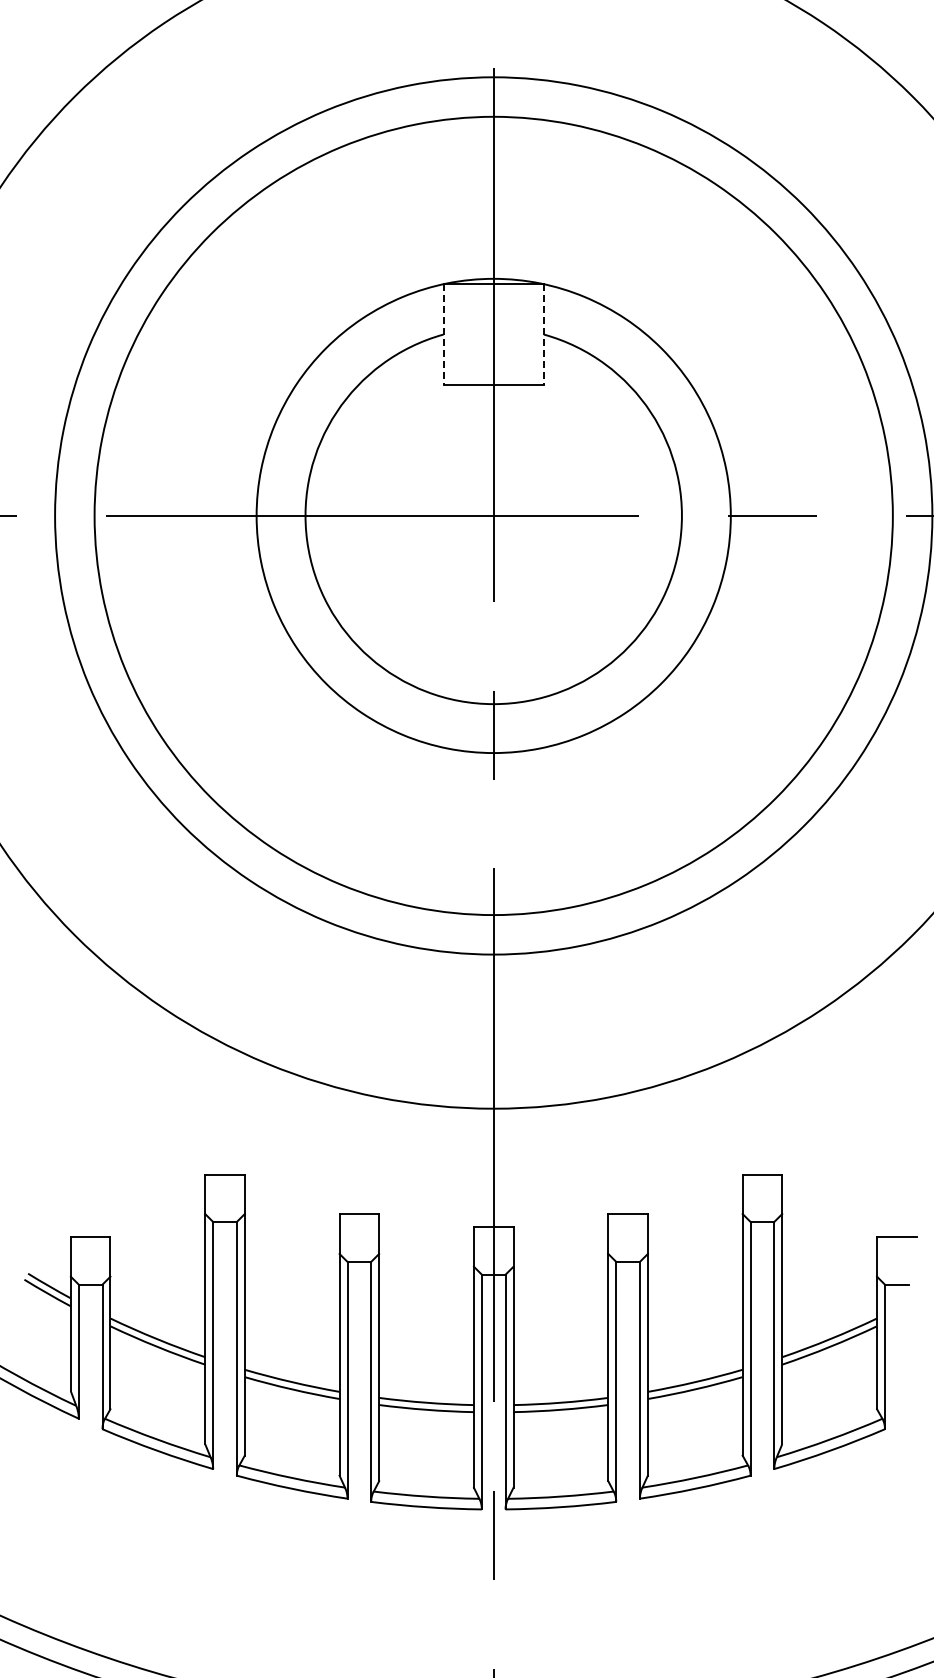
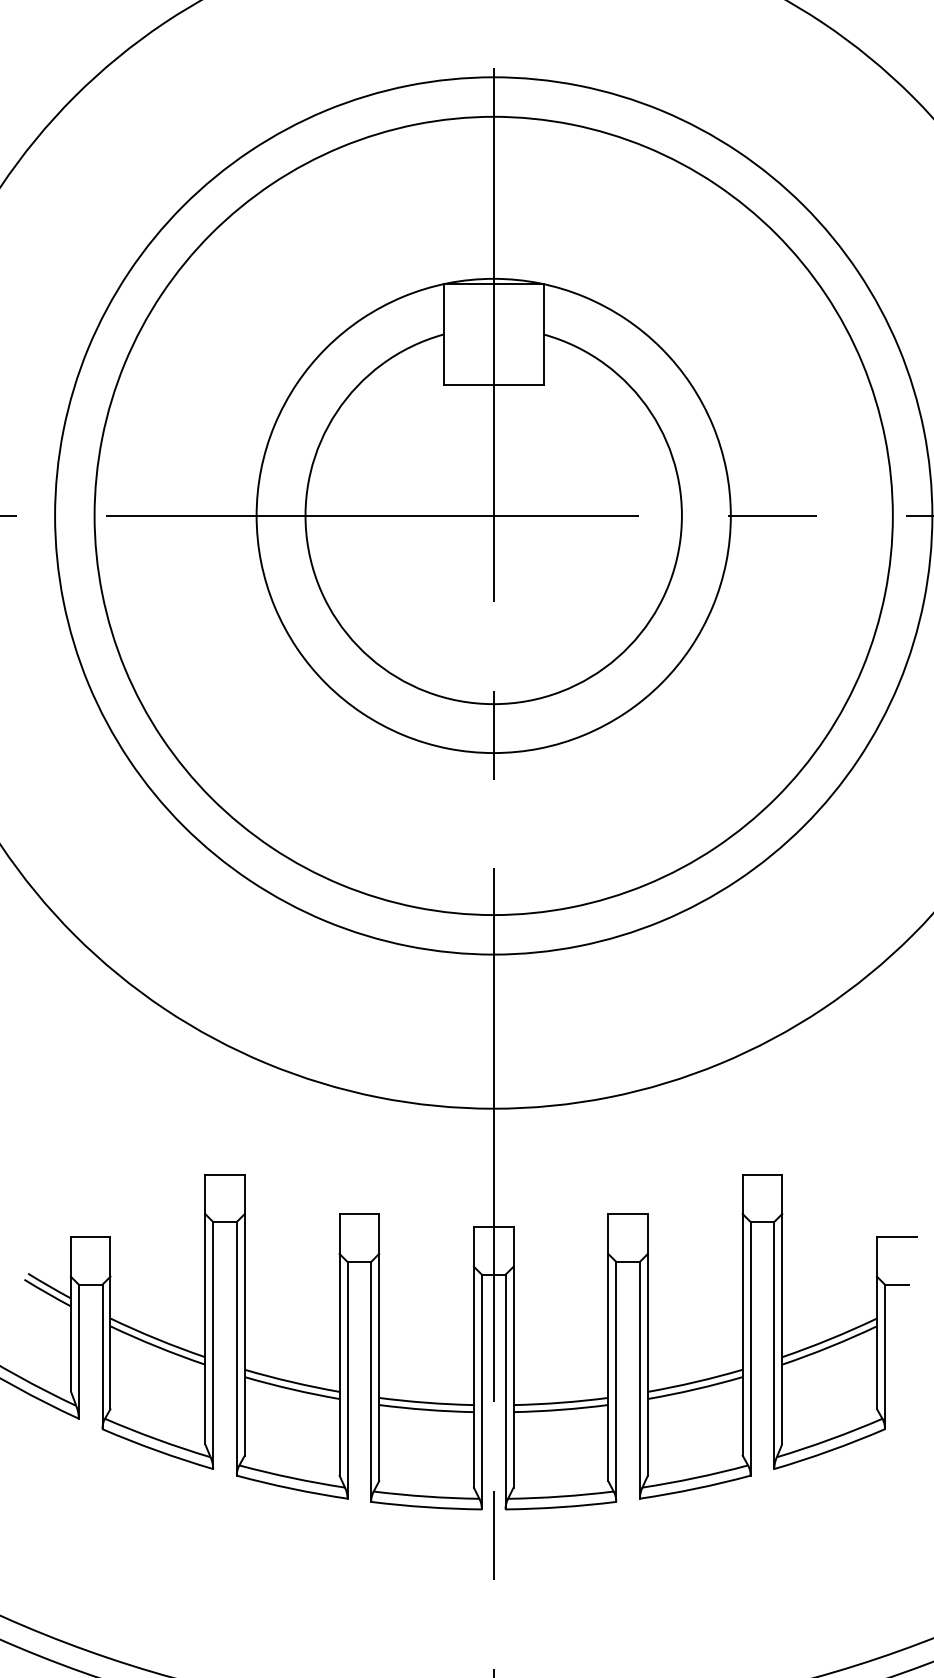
line at (443, 335): dashed -> solid
line at (543, 335): dashed -> solid
